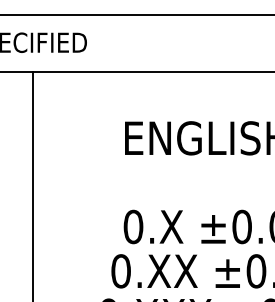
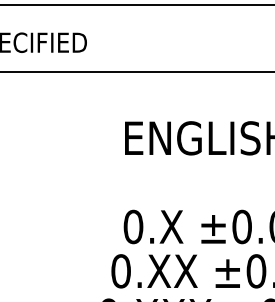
line at (136, 14) position: (136, 14) -> (136, 4)
line at (33, 185): present -> none
